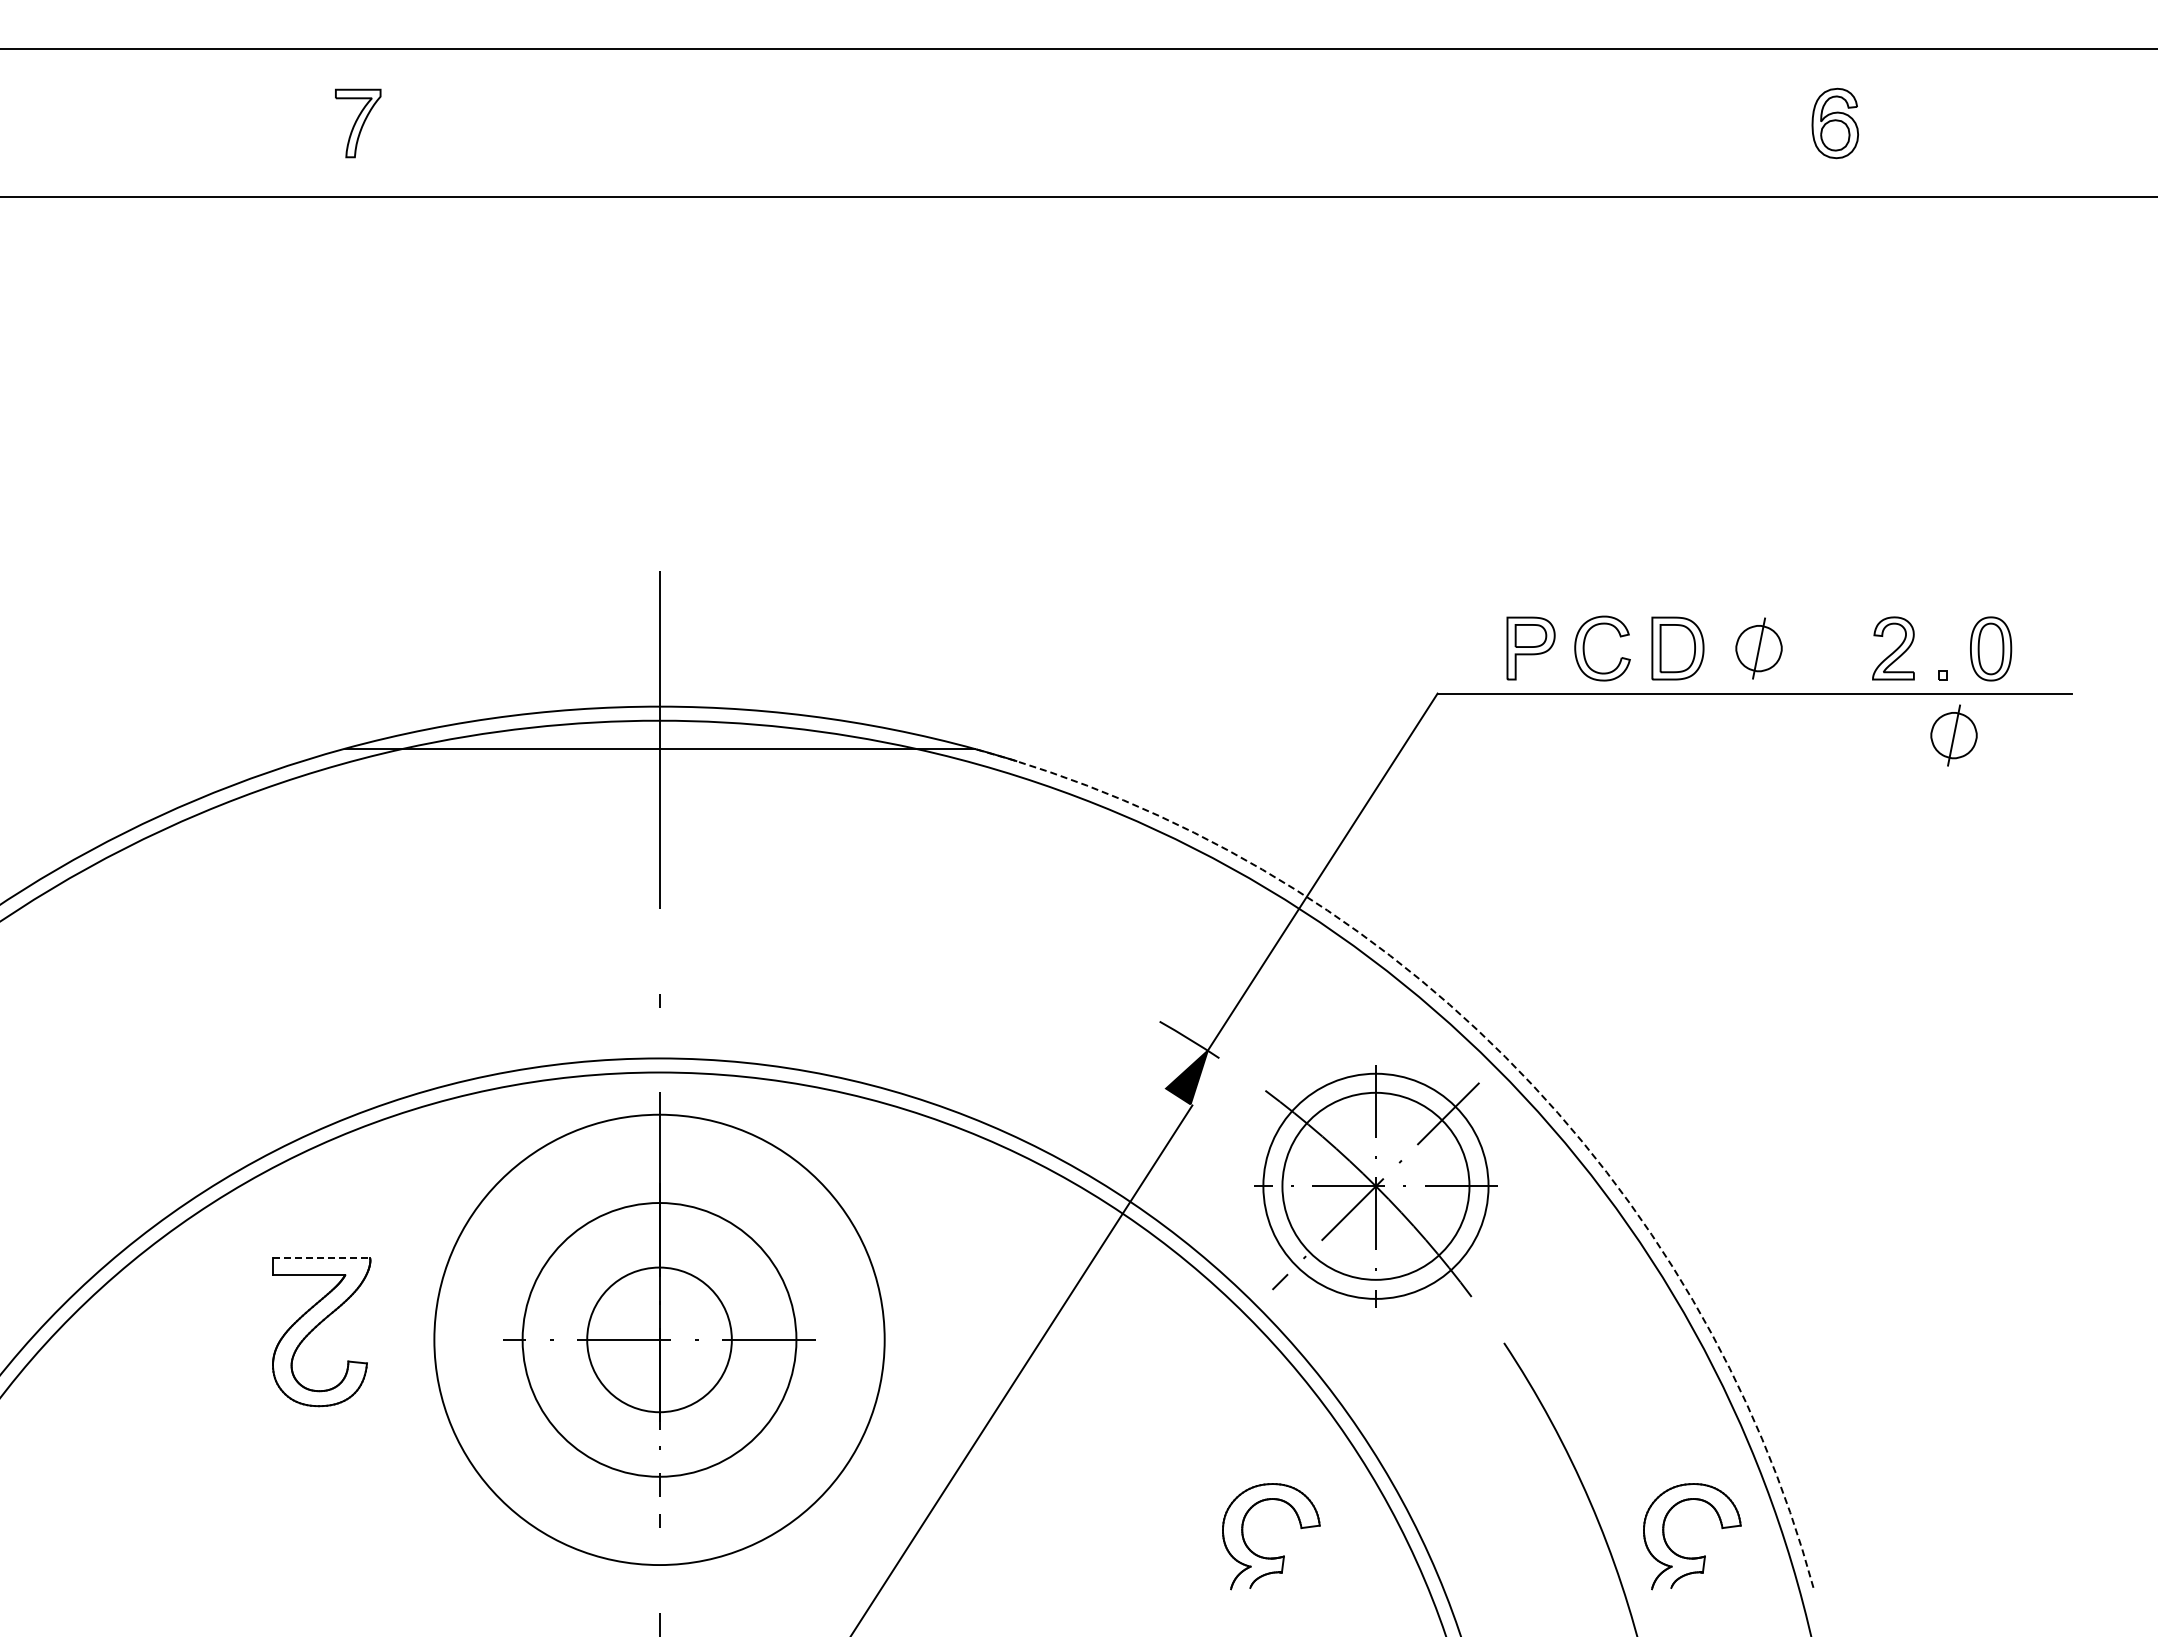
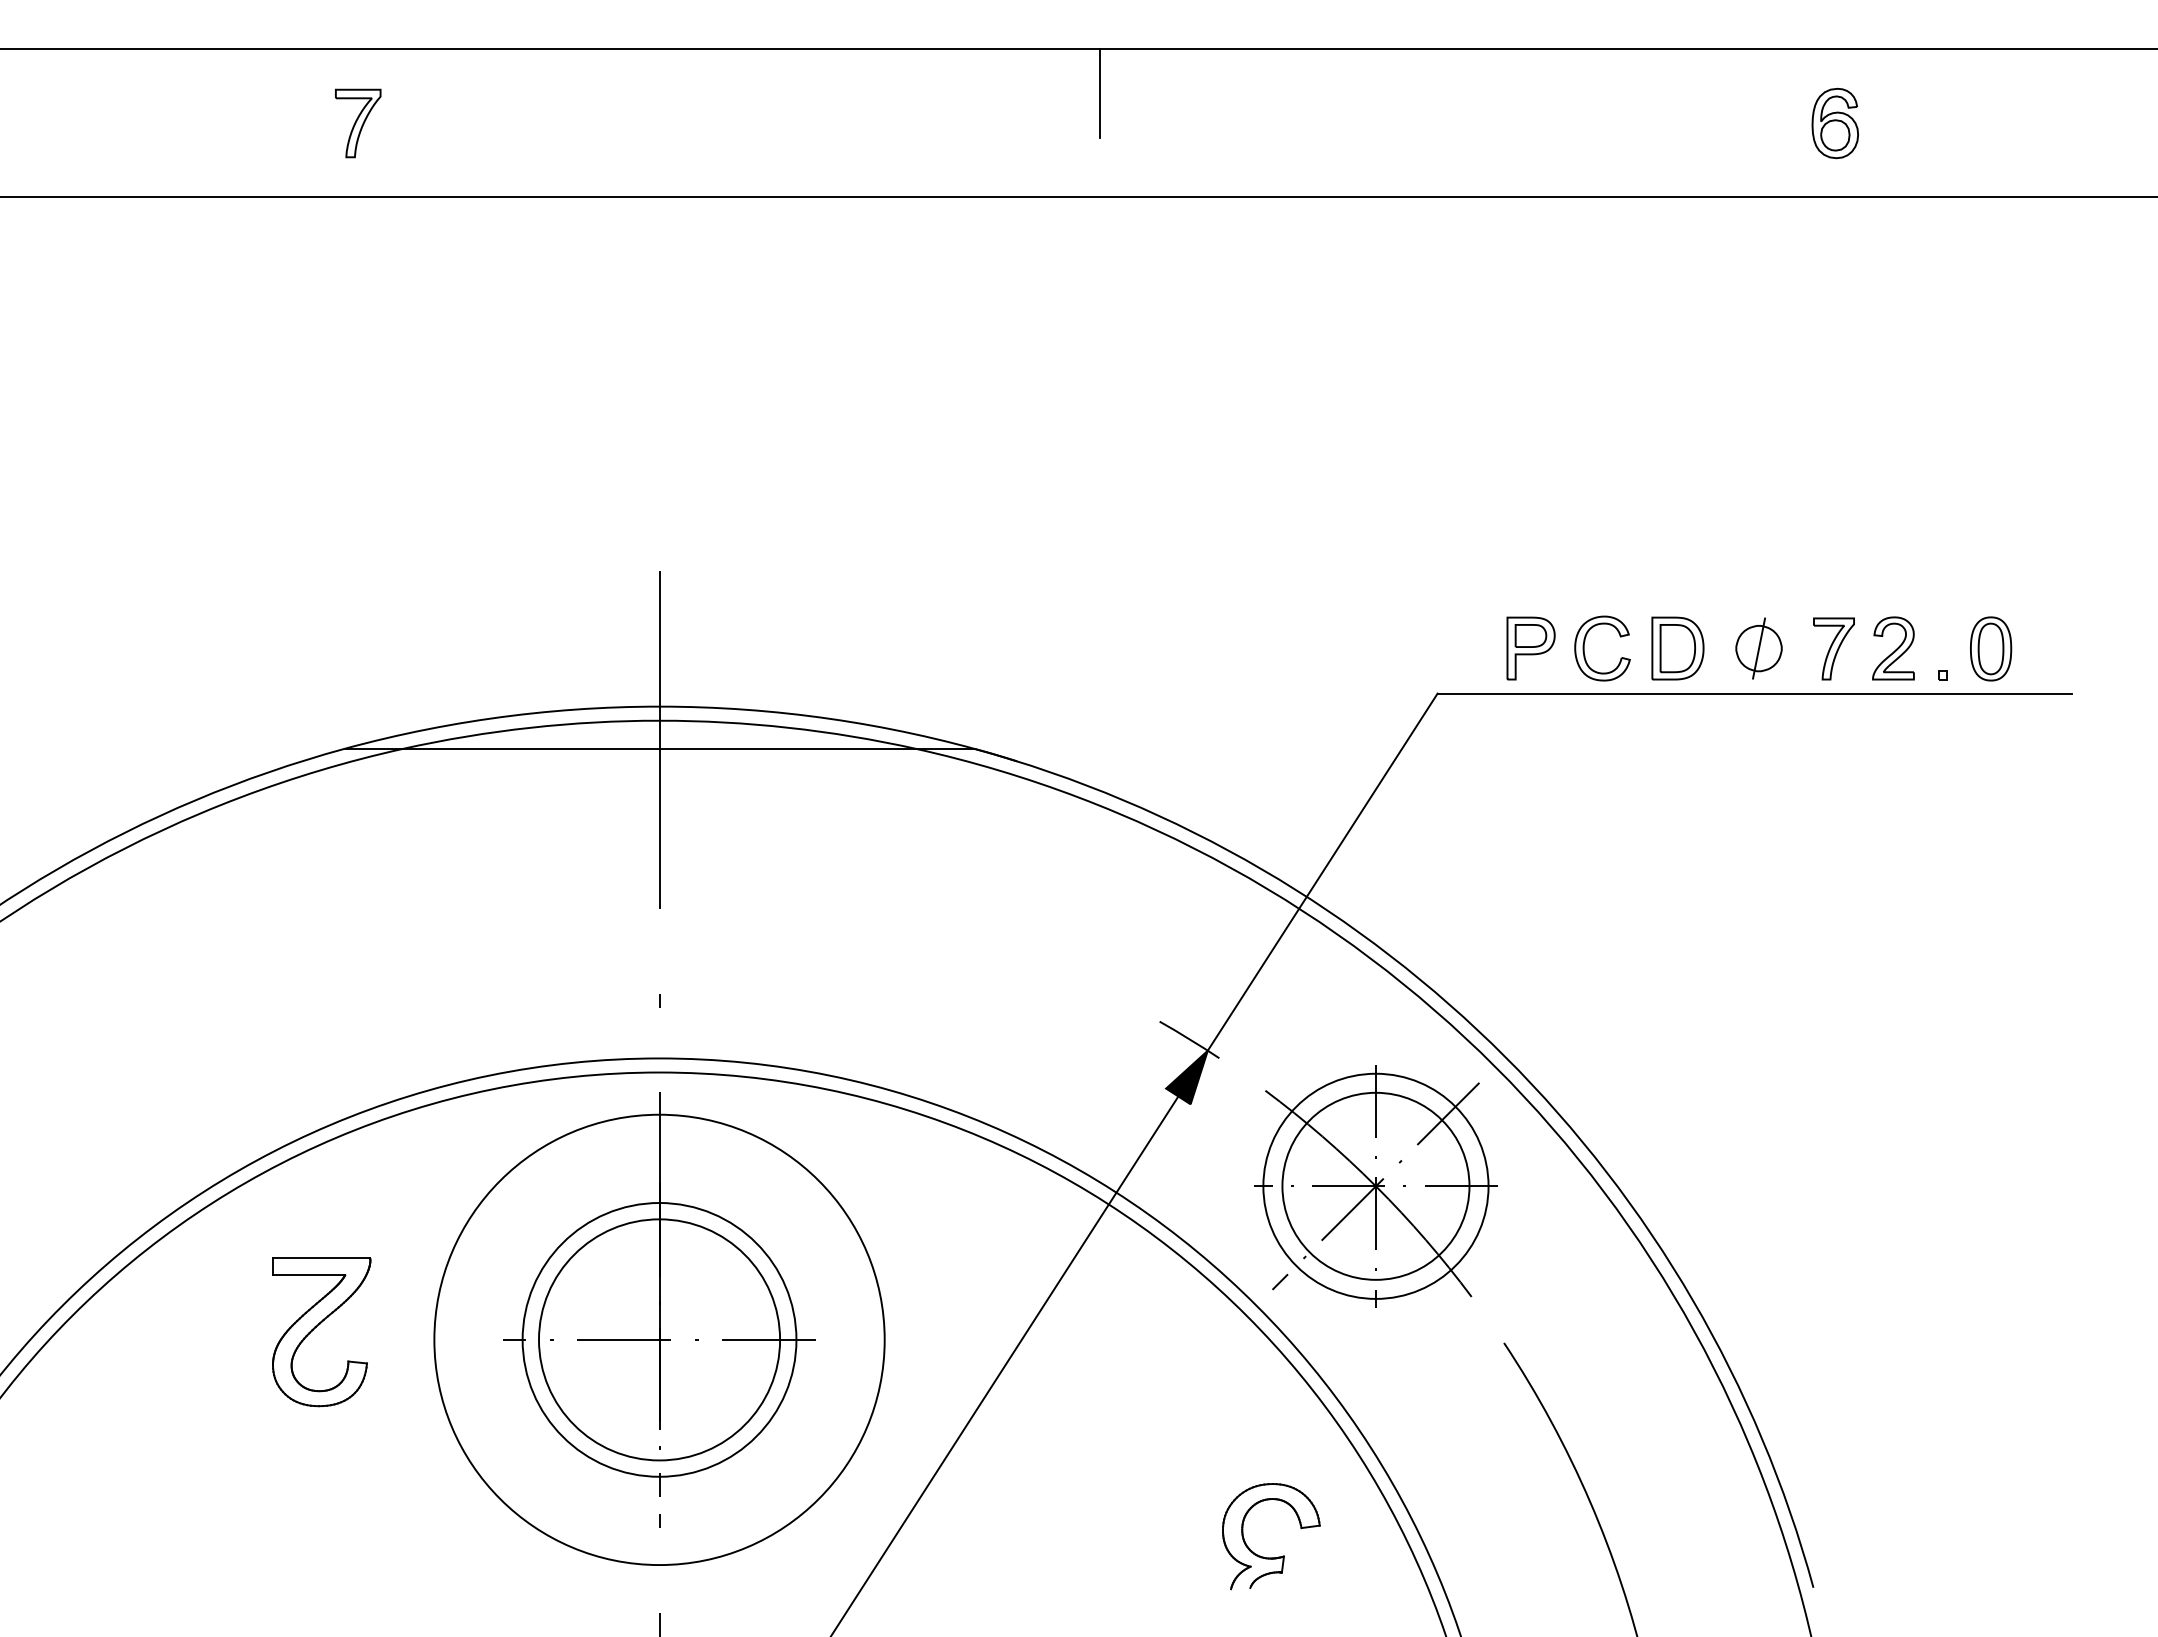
line at (1099, 93): none -> present
part at (1833, 648): none -> present
part at (1953, 735): present -> none
arc at (1505, 1056): dashed -> solid
line at (321, 1257): dashed -> solid
circle at (659, 1339) diameter: 145 px -> 241 px
line at (1022, 1369) position: (1022, 1369) -> (1005, 1364)
part at (1692, 1557): present -> none
